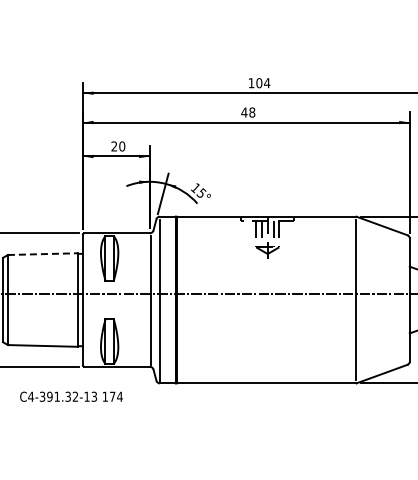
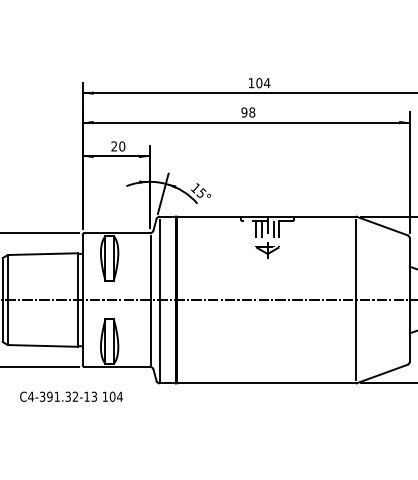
text at (244, 112): 48 -> 98
line at (43, 254): dashed -> solid
line at (208, 294) position: (208, 294) -> (208, 300)
text at (112, 396): 174 -> 104
